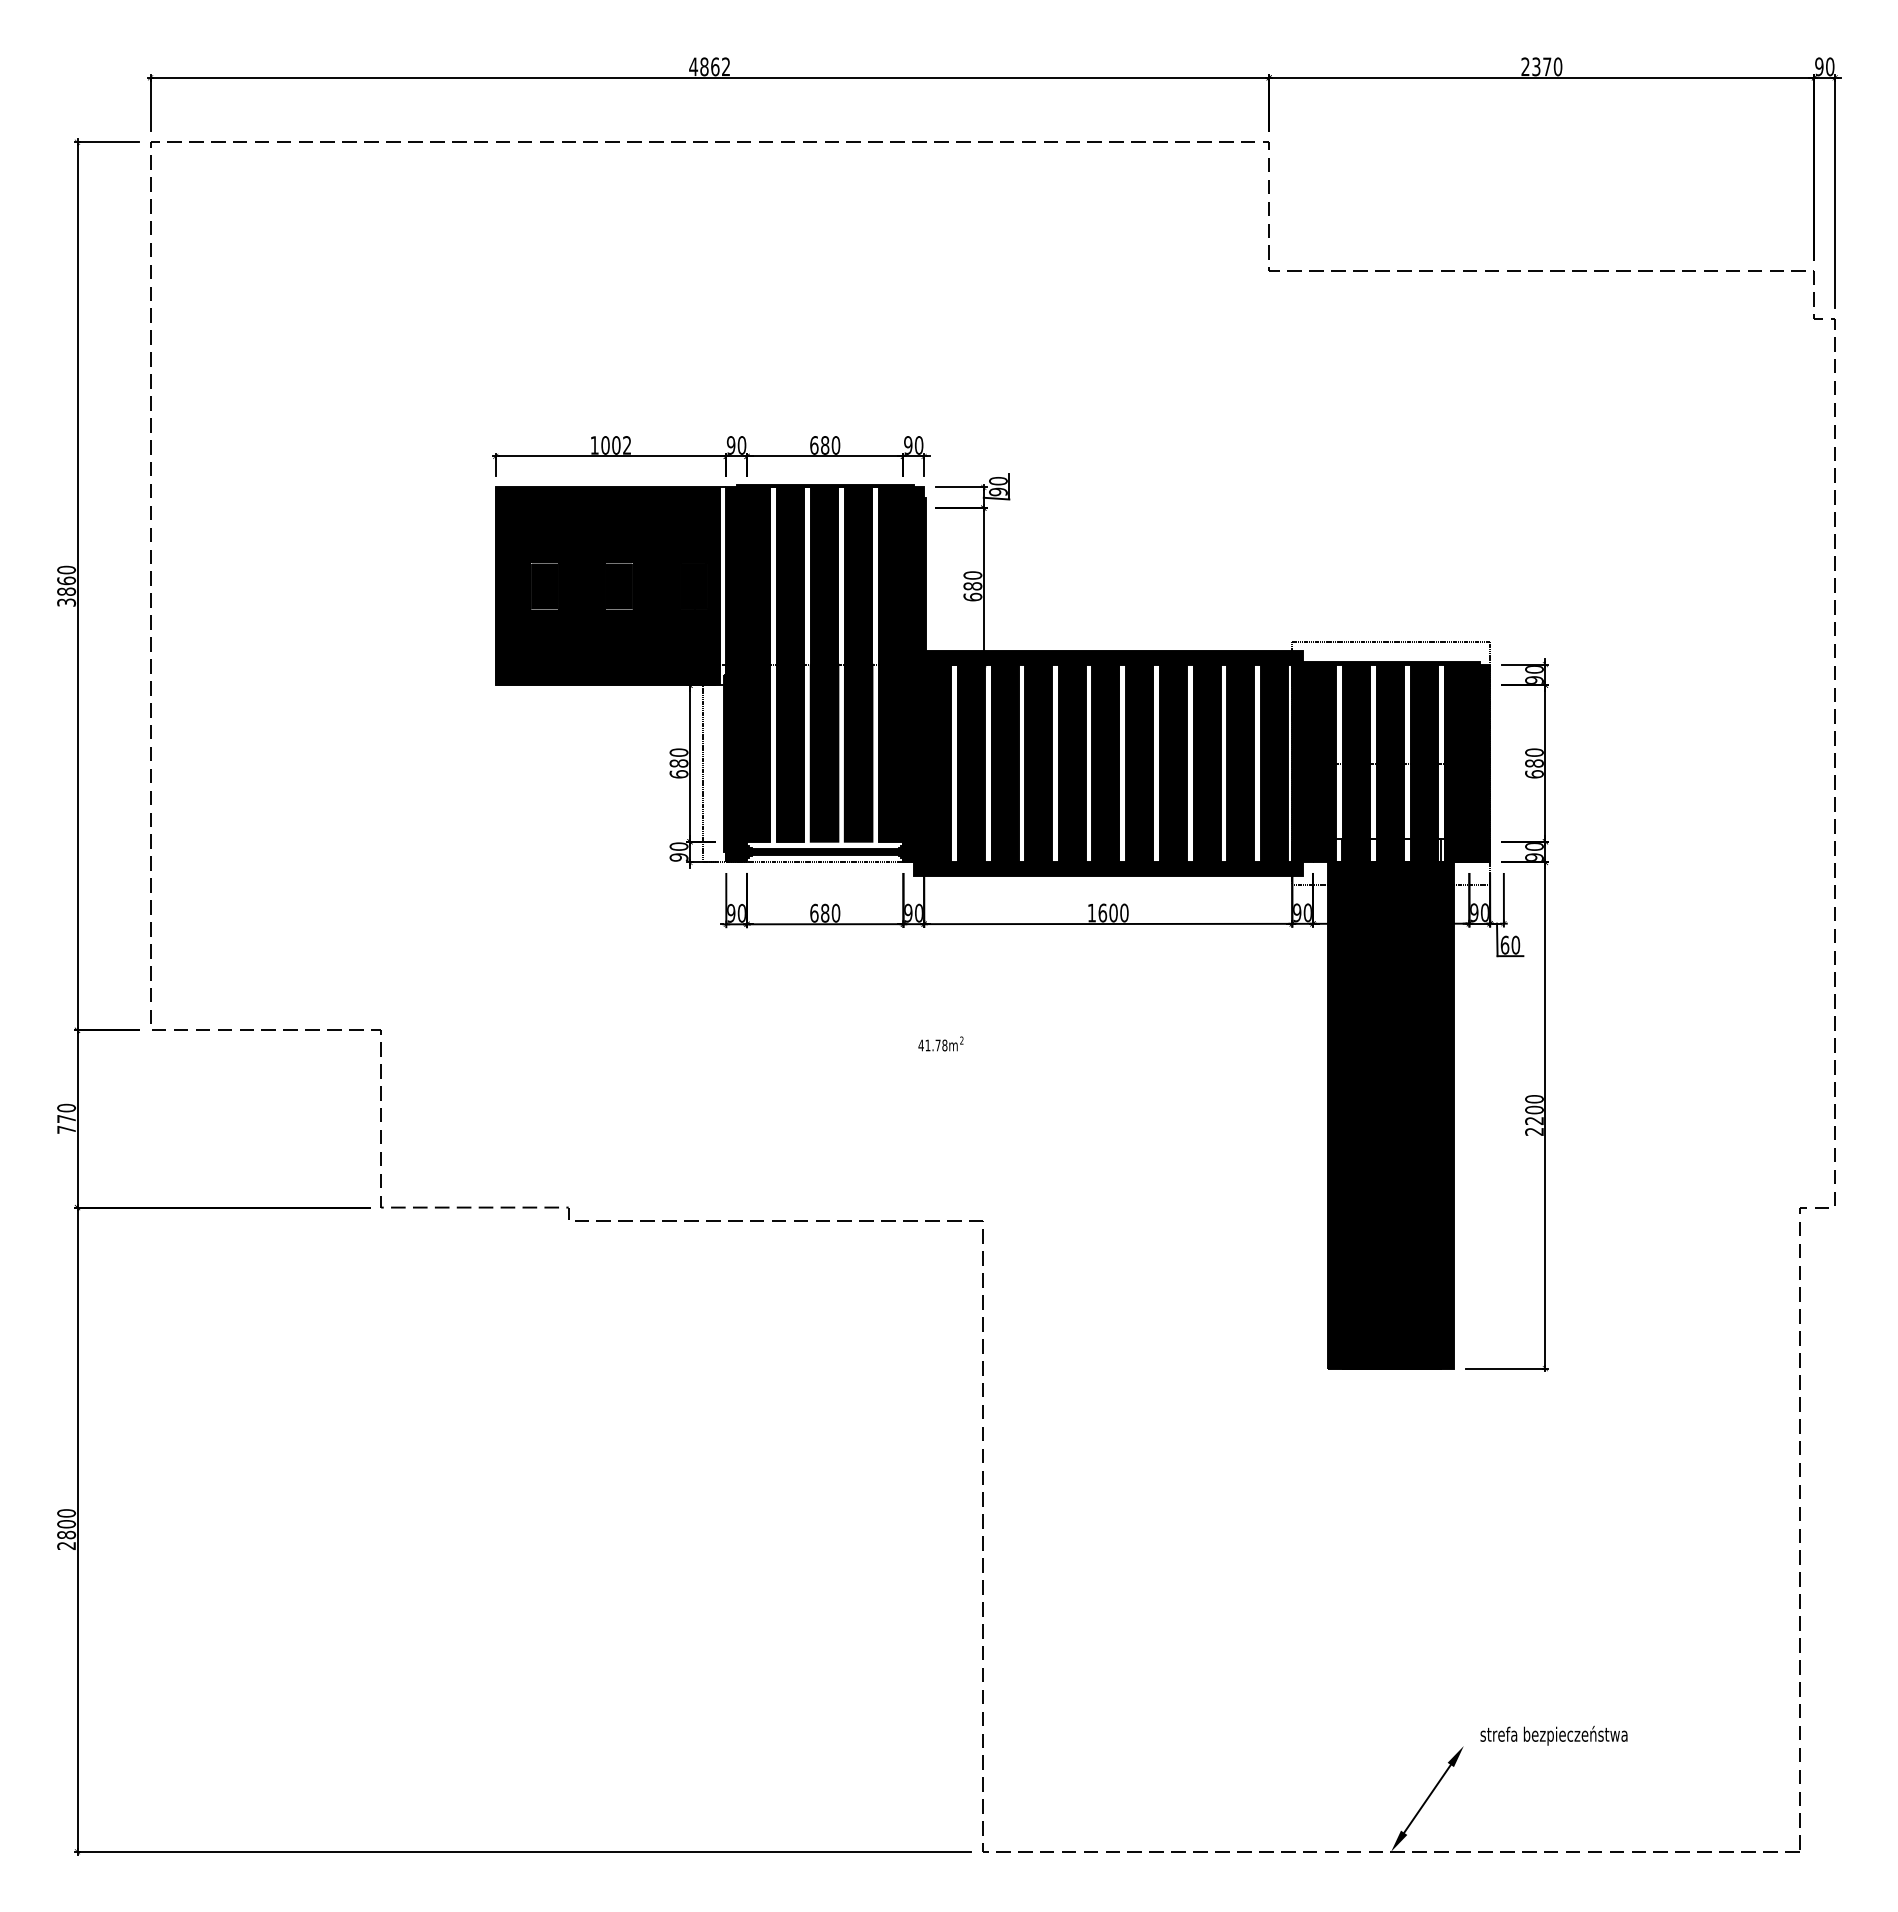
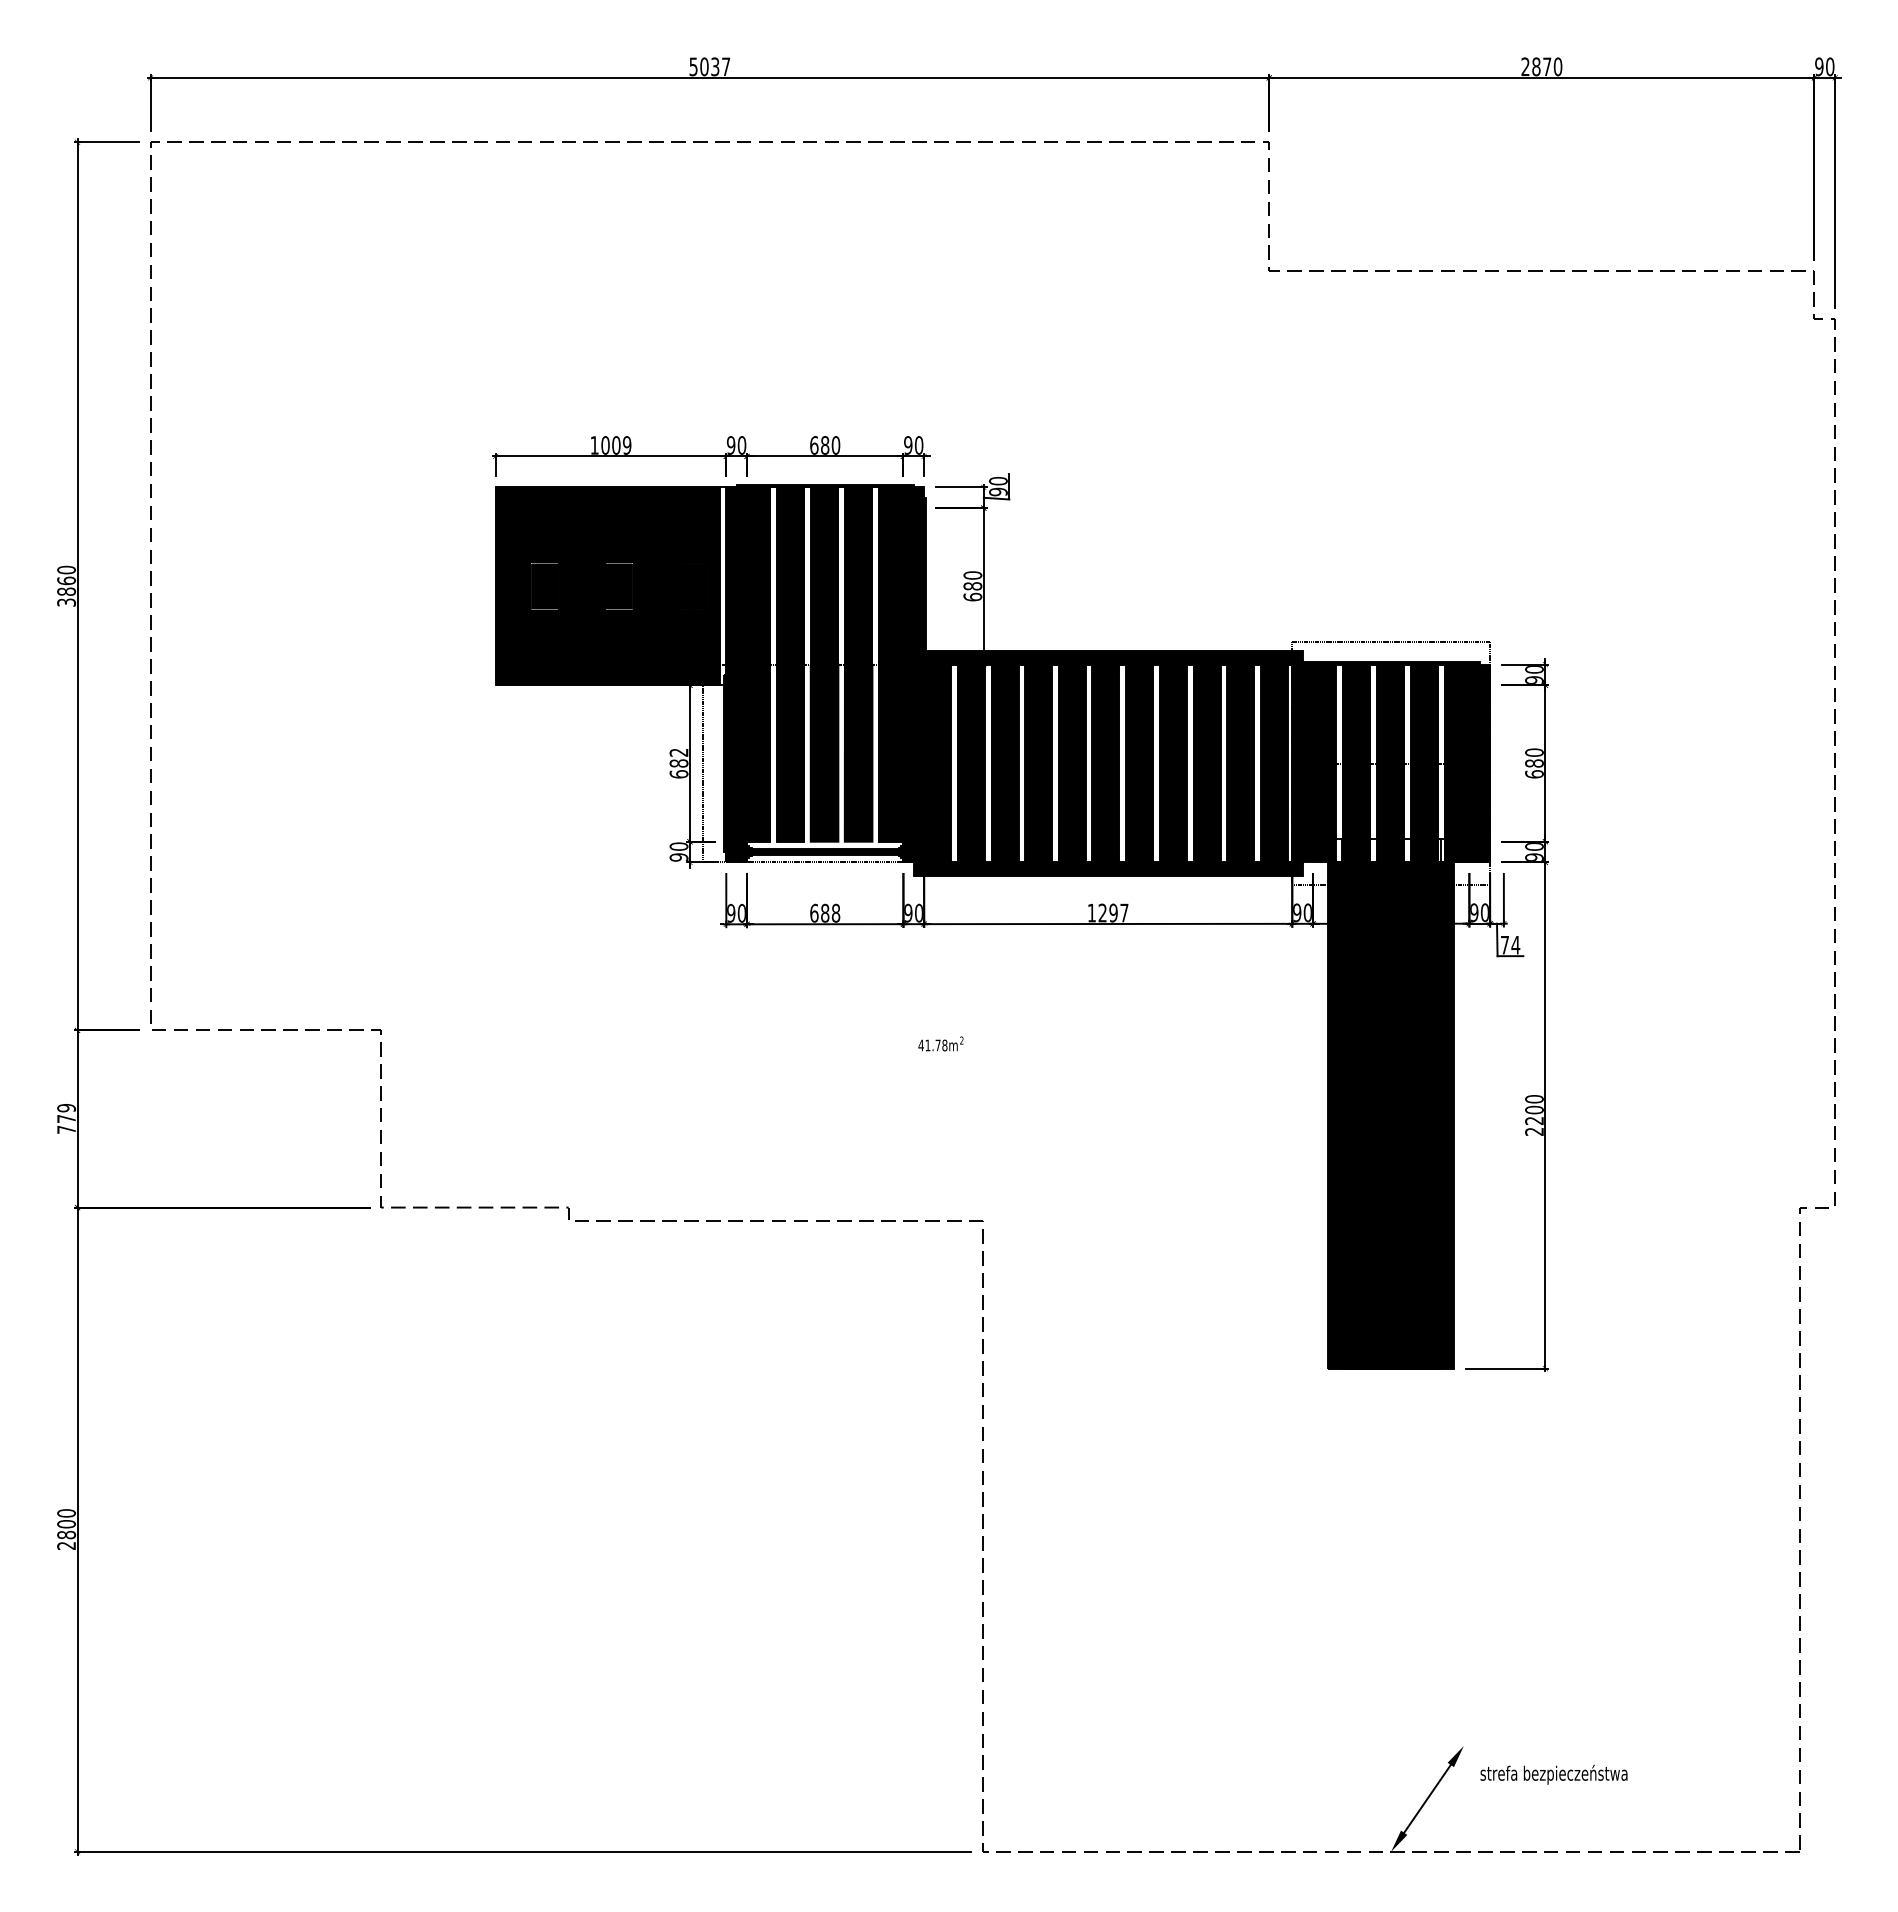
text at (709, 66): 4862 -> 5037
text at (1536, 66): 2370 -> 2870
text at (627, 445): 1002 -> 1009
text at (678, 752): 680 -> 682
text at (1113, 912): 1600 -> 1297
text at (835, 913): 680 -> 688
text at (1510, 944): 60 -> 74
text at (66, 1108): 770 -> 779
text at (1553, 1735) position: (1553, 1735) -> (1553, 1774)
